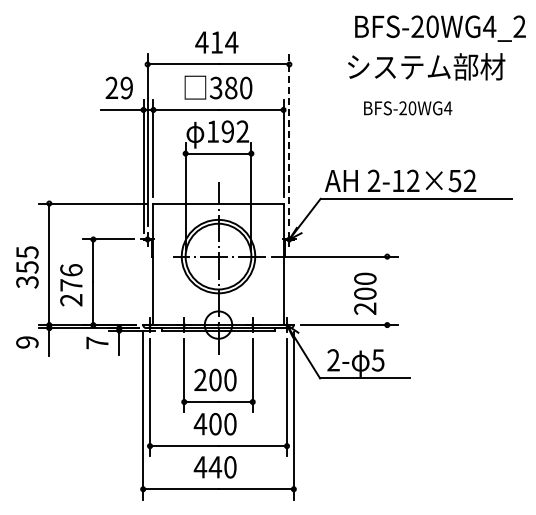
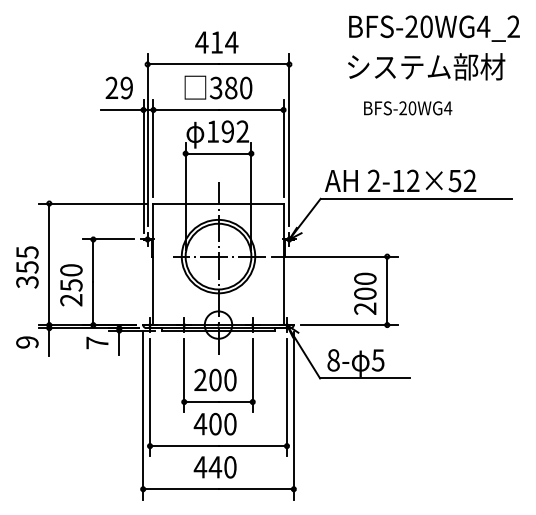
text at (440, 28) position: (440, 28) -> (434, 28)
line at (289, 140): dashed -> solid
text at (71, 277): 276 -> 250
line at (387, 290): none -> present
text at (333, 360): 2- -> 8-
